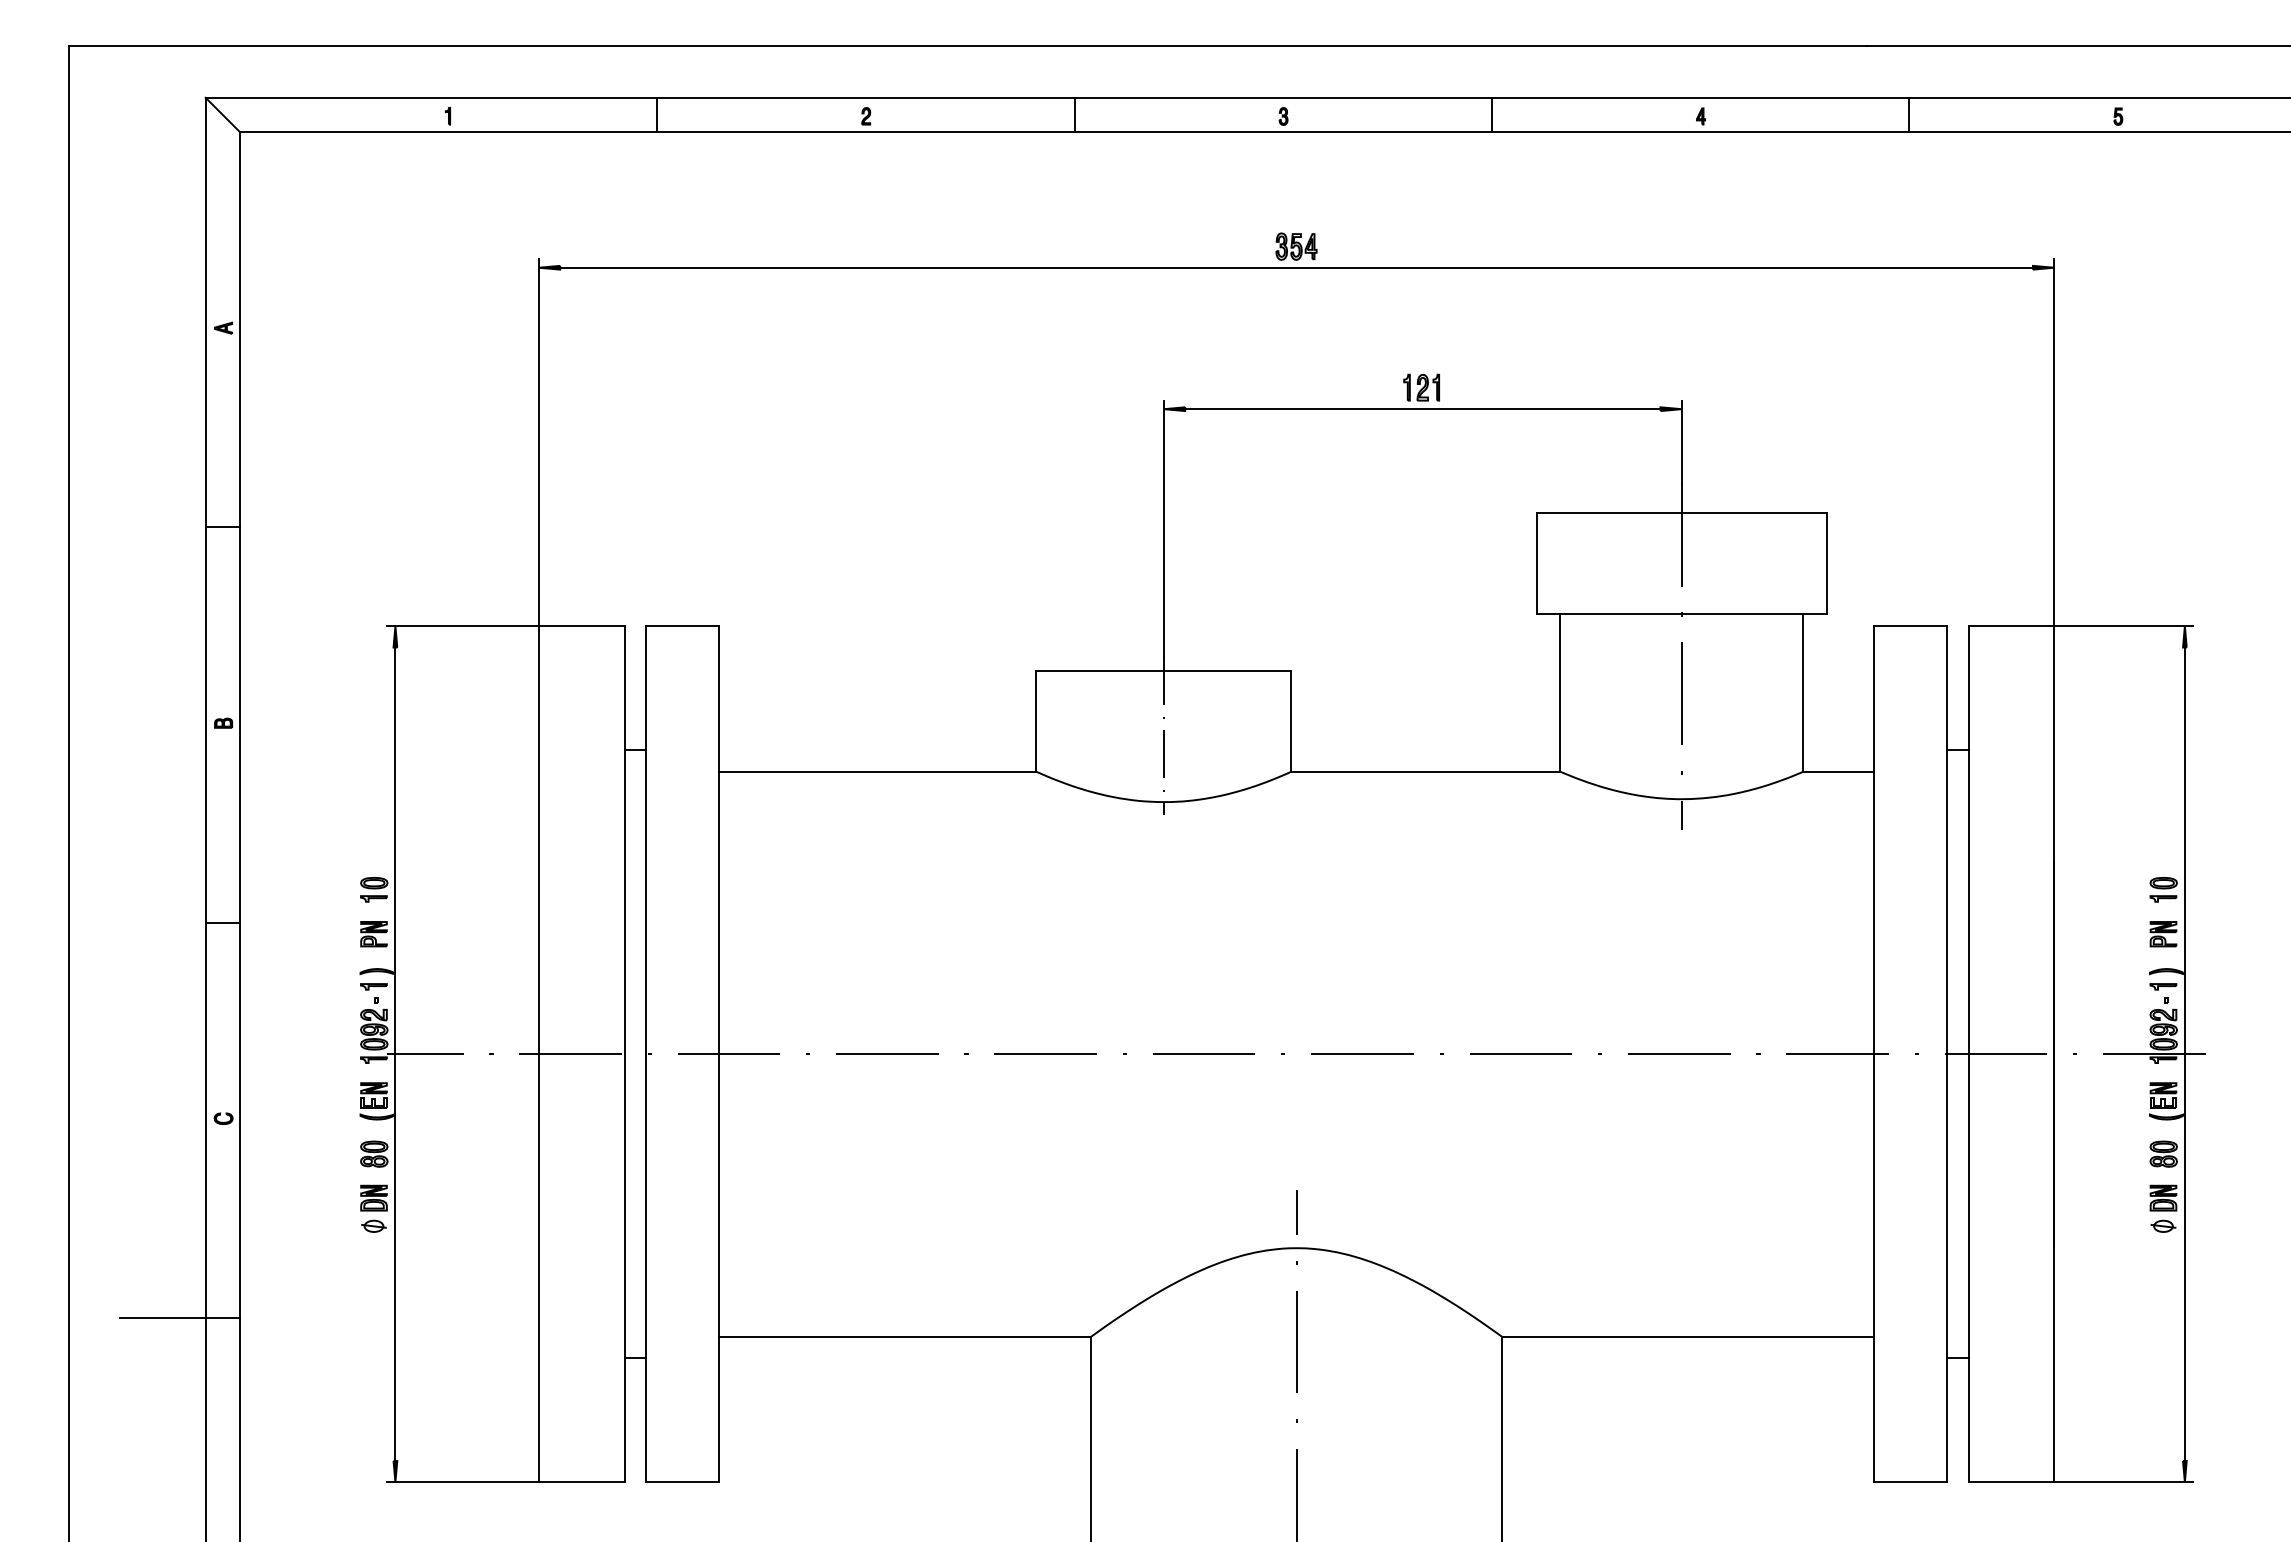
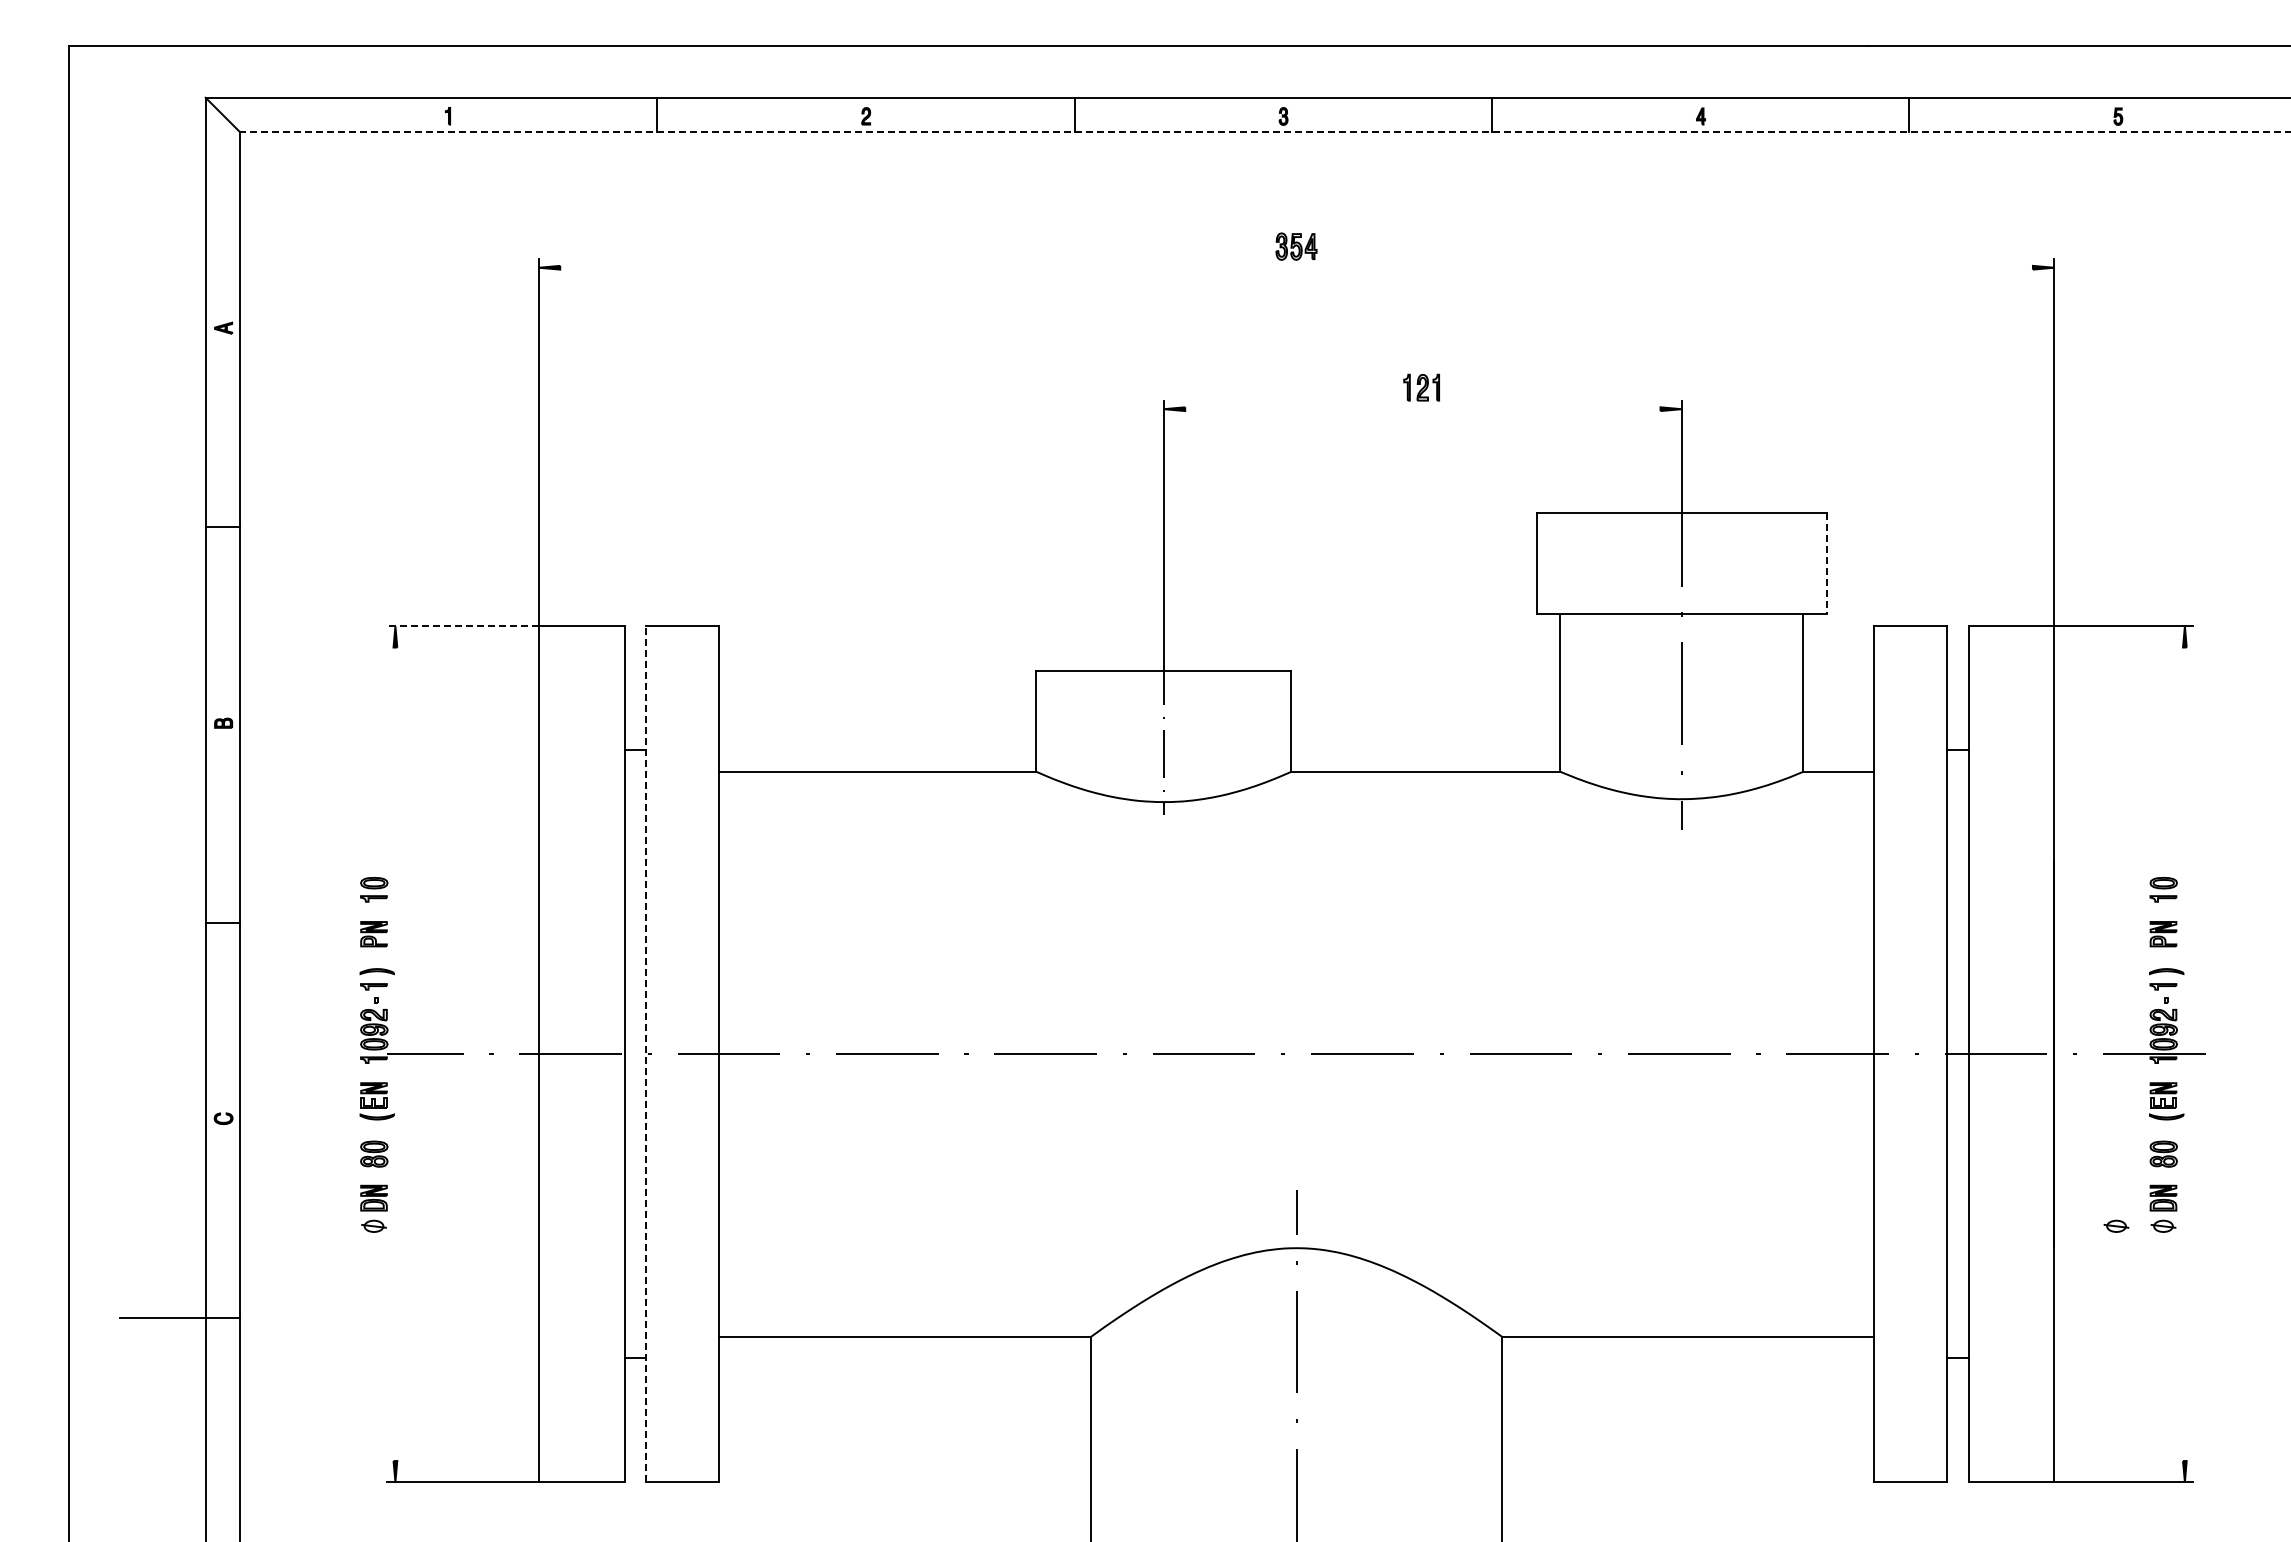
line at (1264, 132): solid -> dashed
line at (1296, 267): present -> none
line at (1422, 409): present -> none
line at (1826, 563): solid -> dashed
line at (462, 626): solid -> dashed
line at (645, 1053): solid -> dashed
line at (395, 1054): present -> none
line at (2184, 1054): present -> none
part at (2116, 1225): none -> present
